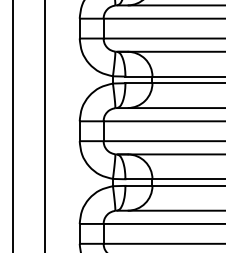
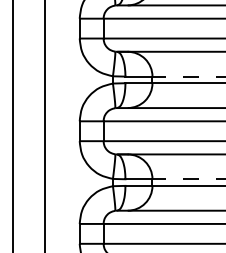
line at (188, 76): solid -> dashed
line at (188, 179): solid -> dashed
